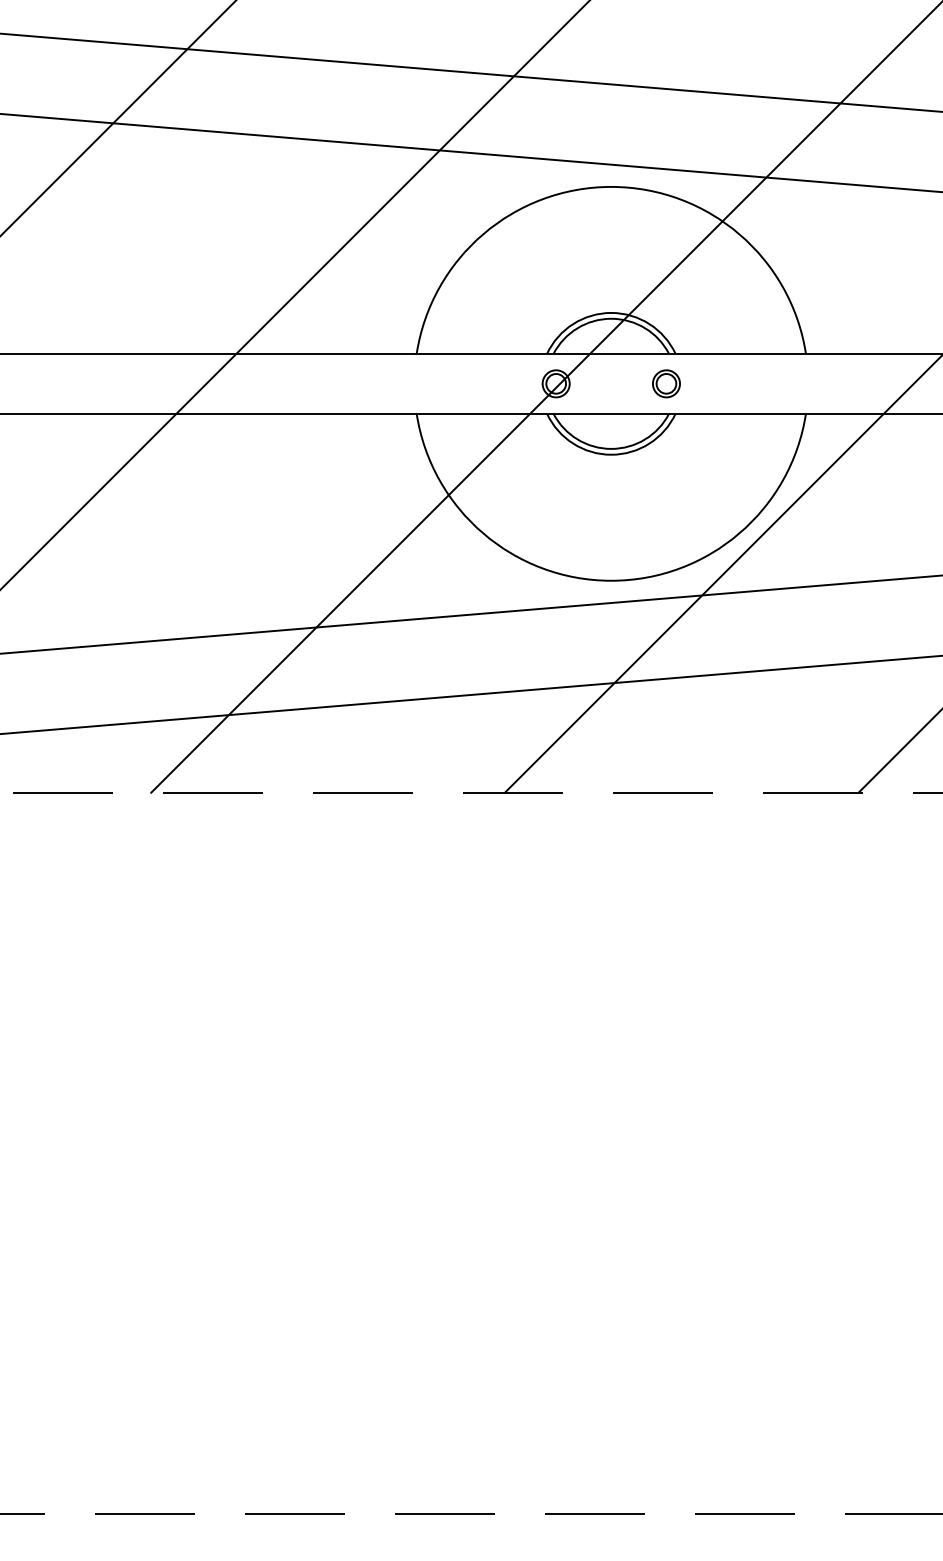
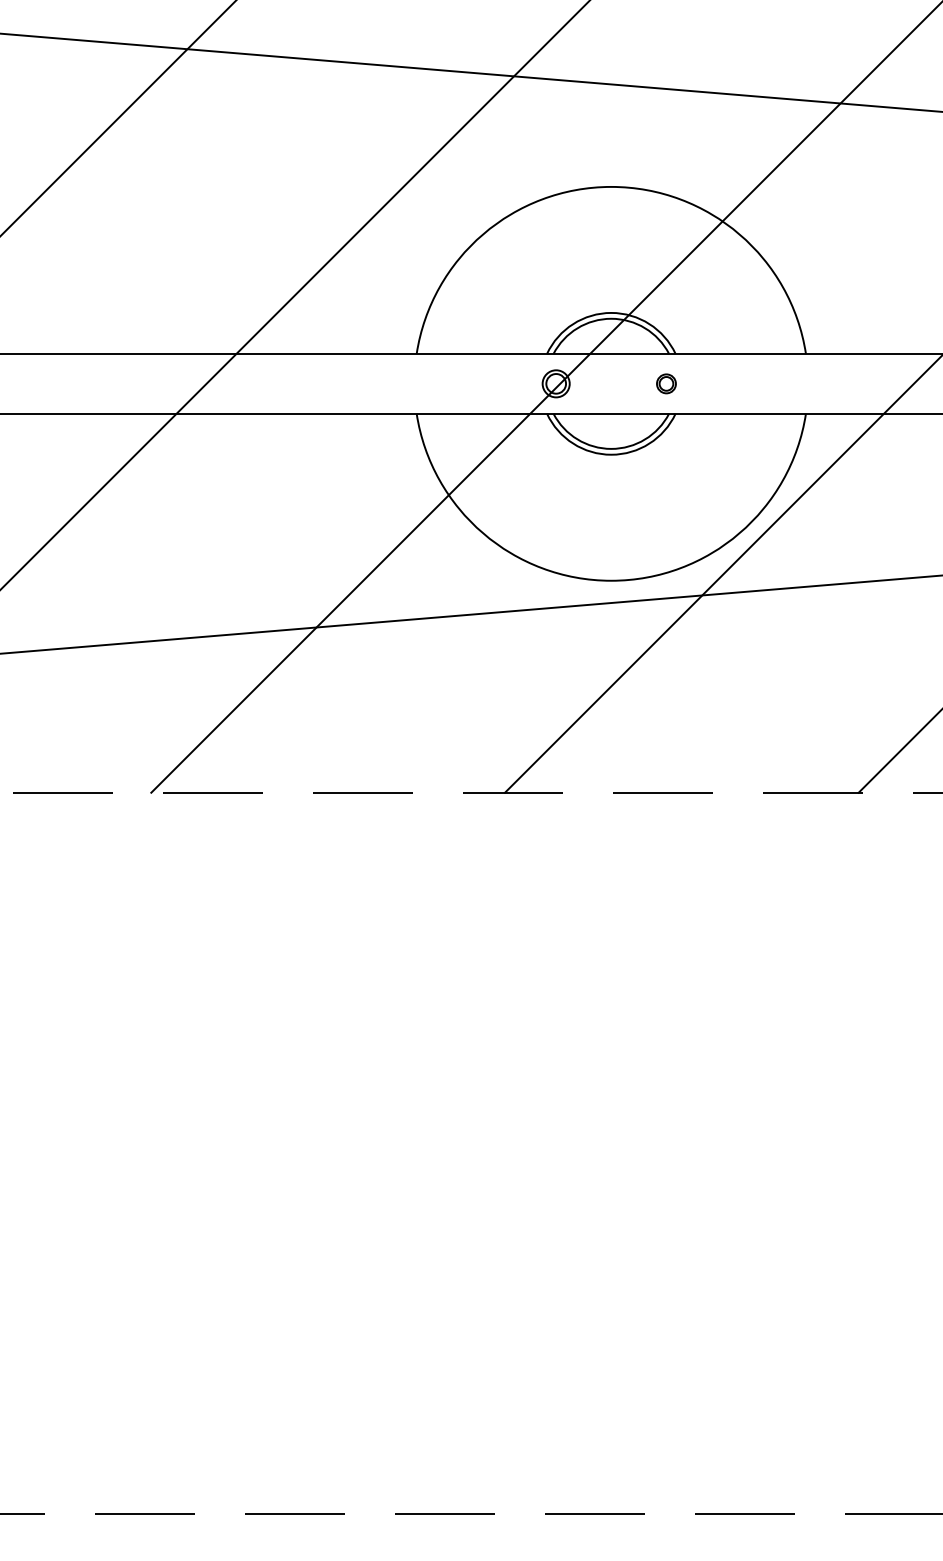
line at (470, 152): present -> none
part at (666, 383) size: 29x30 px -> 21x22 px
line at (470, 694): present -> none
